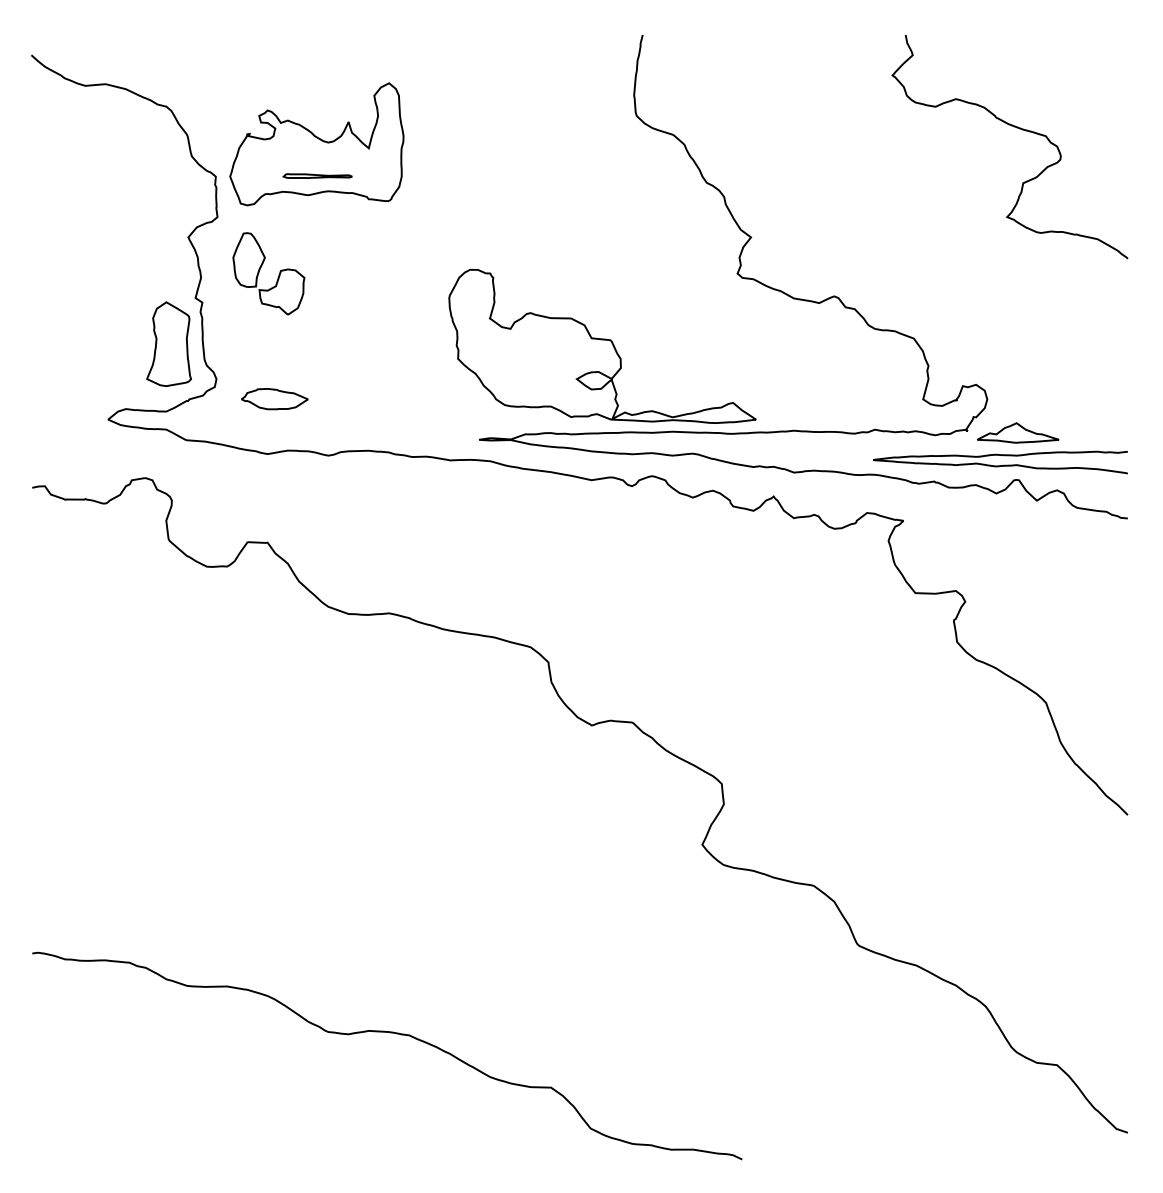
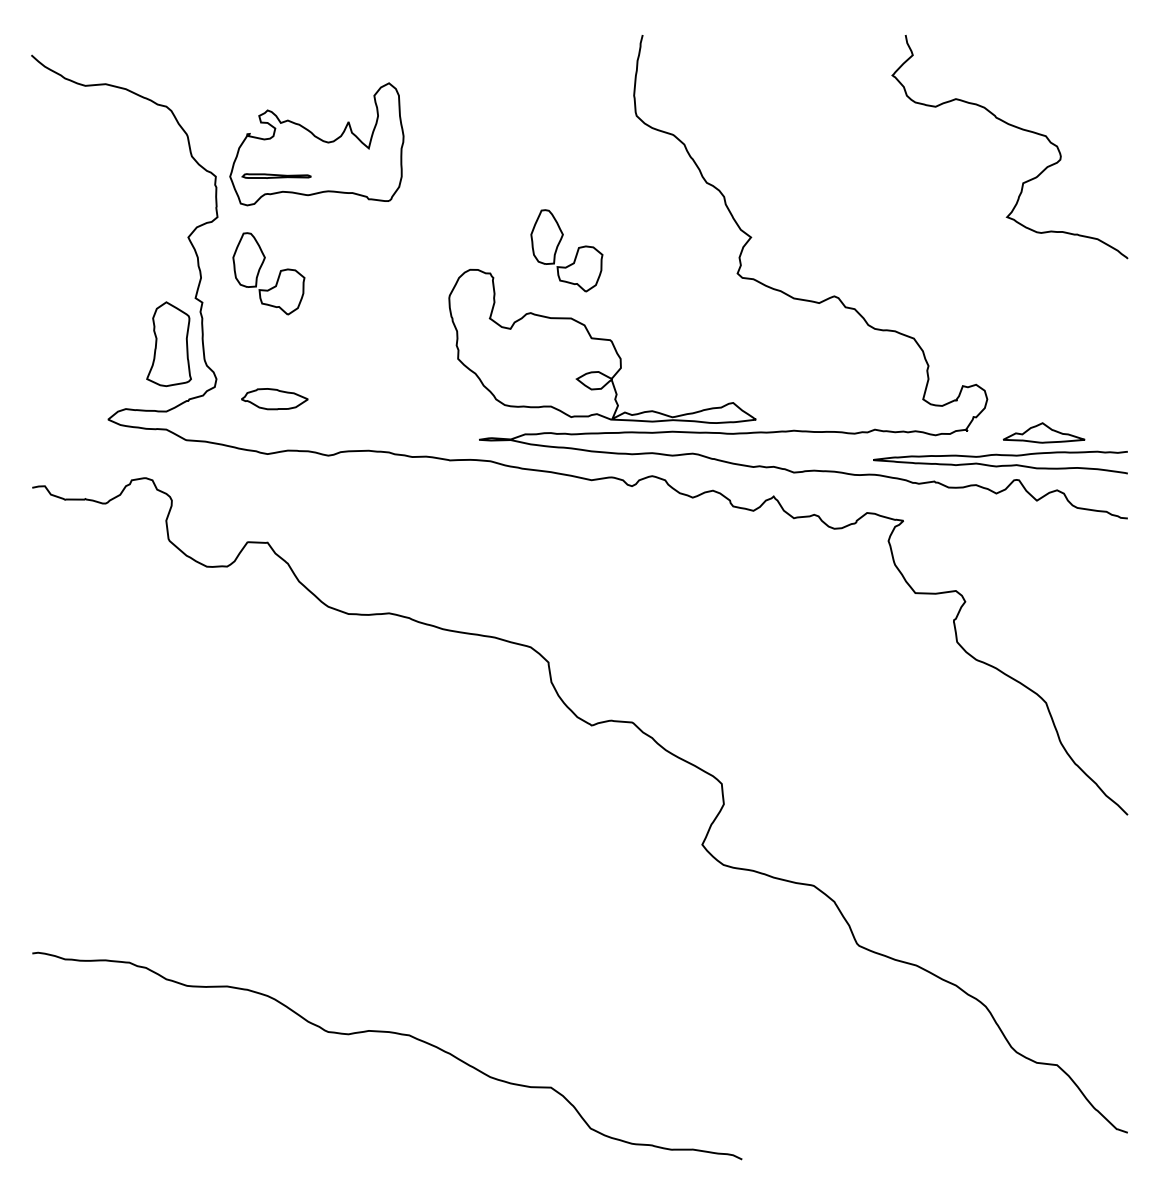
part at (317, 175) position: (317, 175) -> (276, 175)
part at (558, 247): none -> present
part at (1017, 432) position: (1017, 432) -> (1043, 432)
